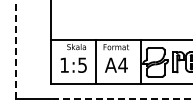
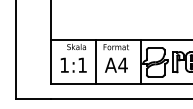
line at (16, 49): dashed -> solid
text at (82, 64): 1:5 -> 1:1
line at (121, 99): dashed -> solid
